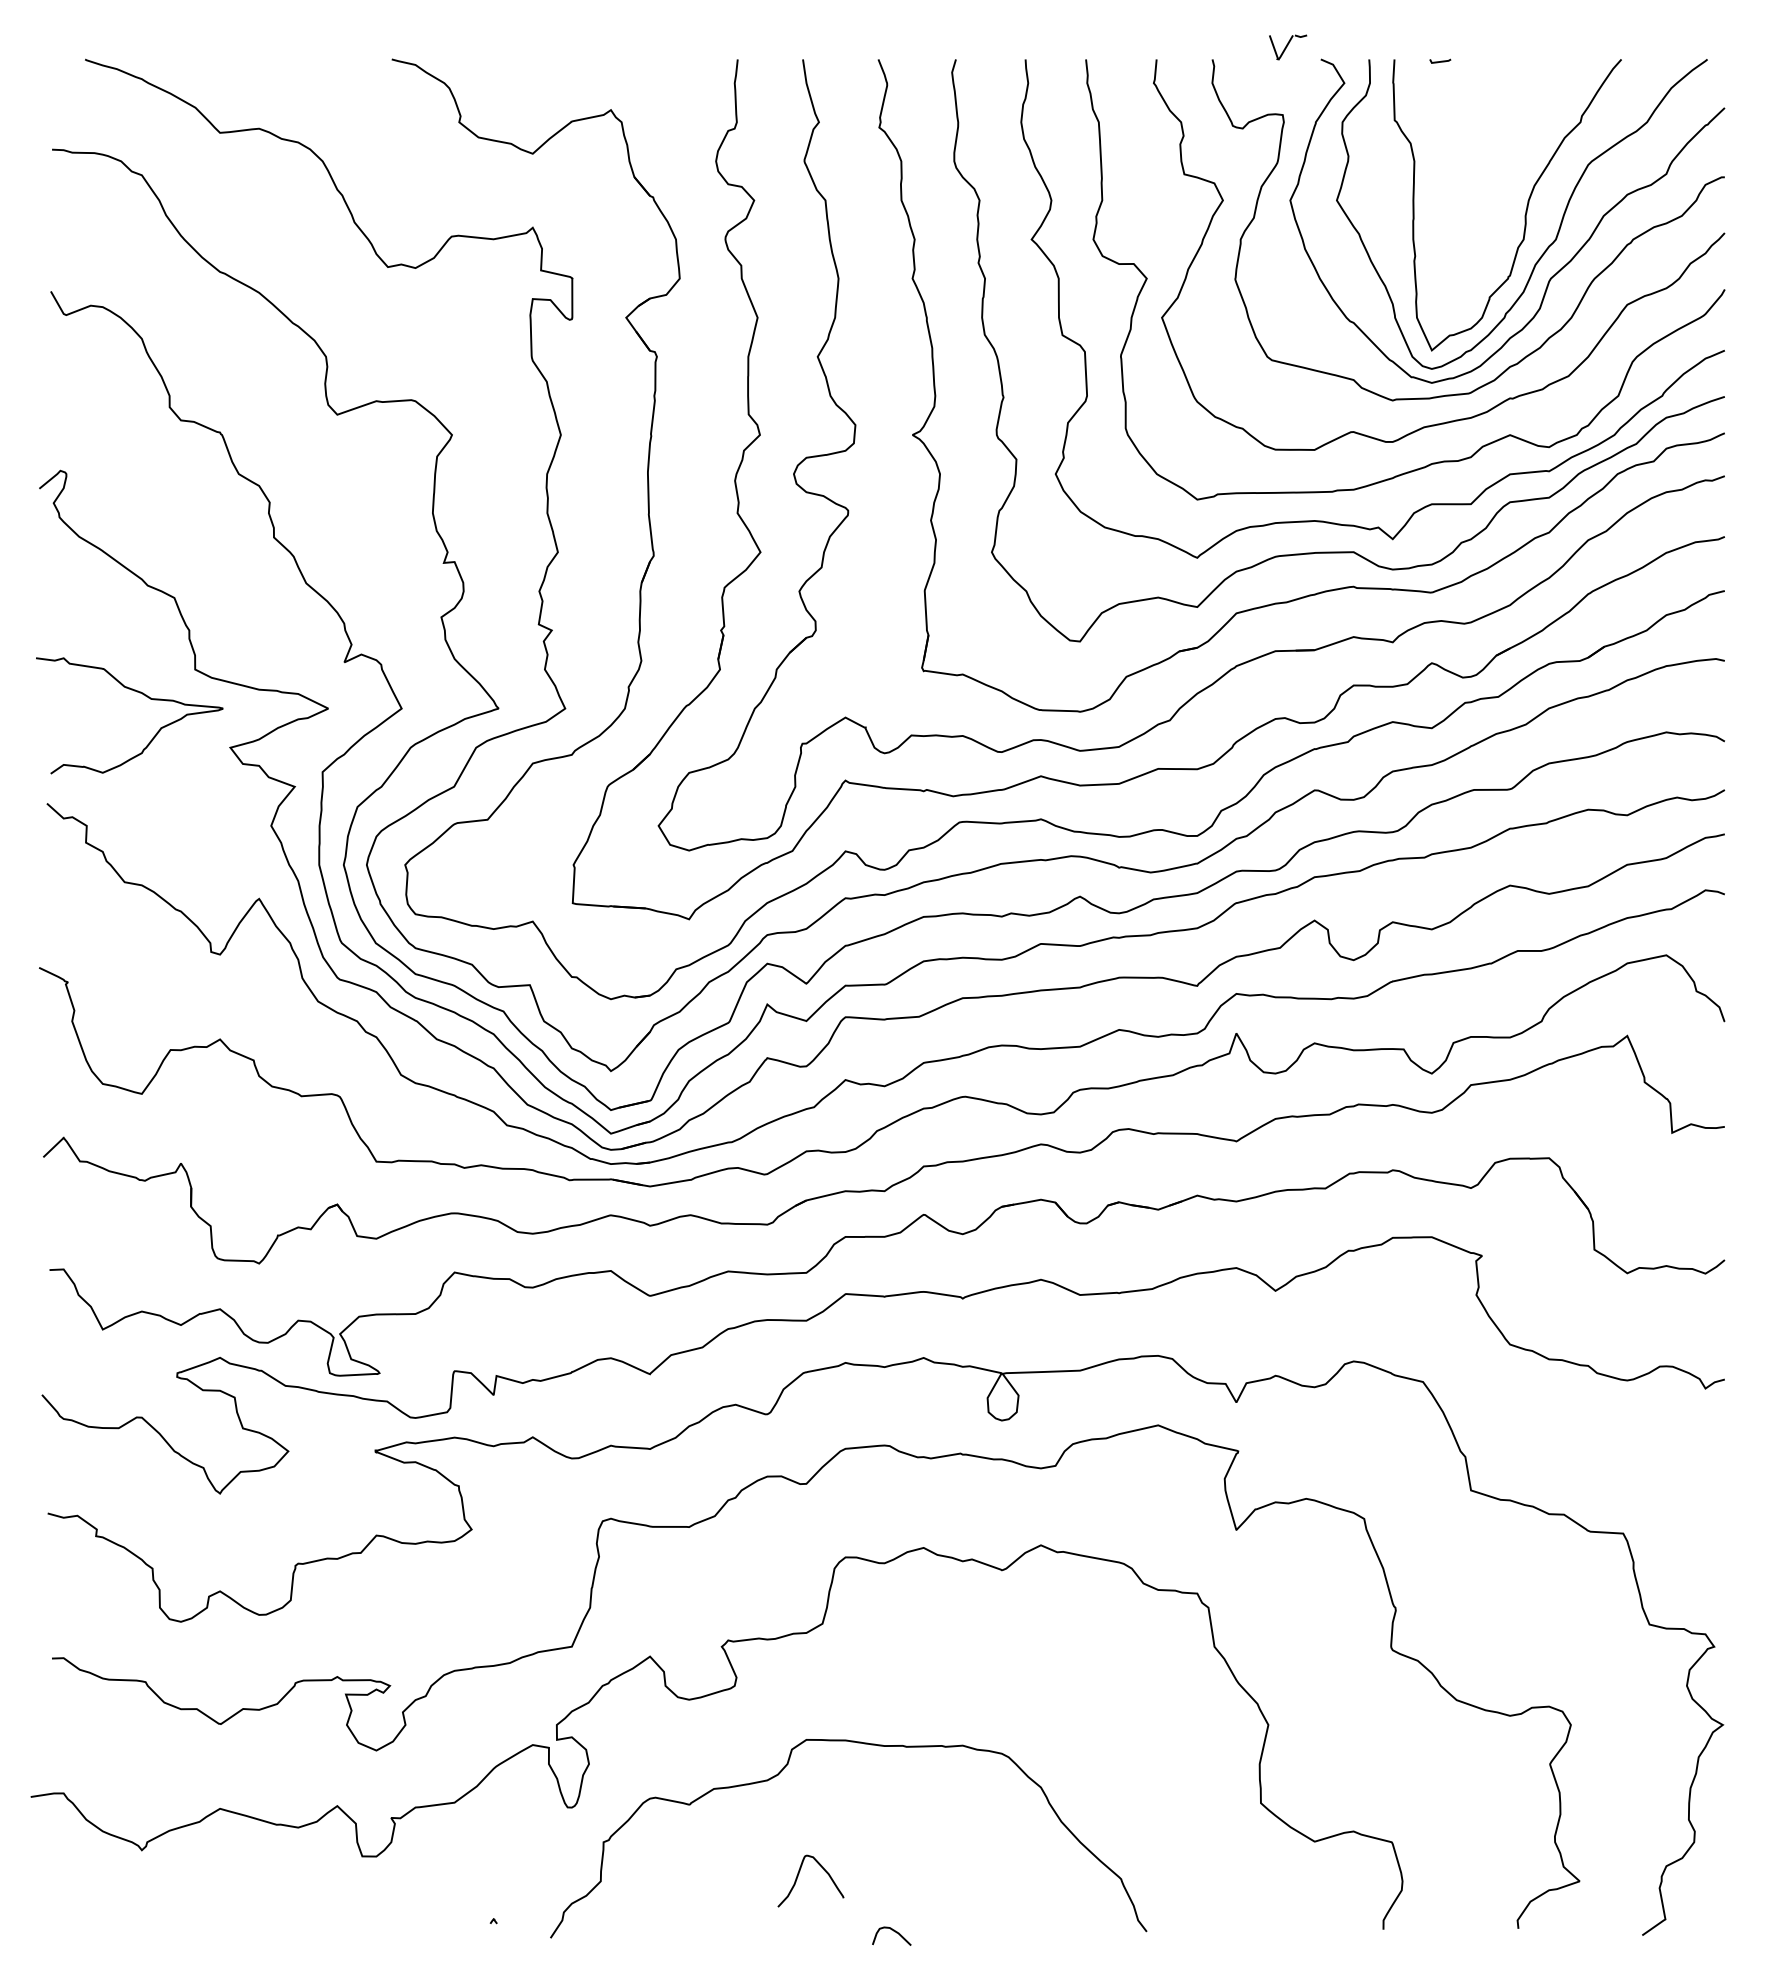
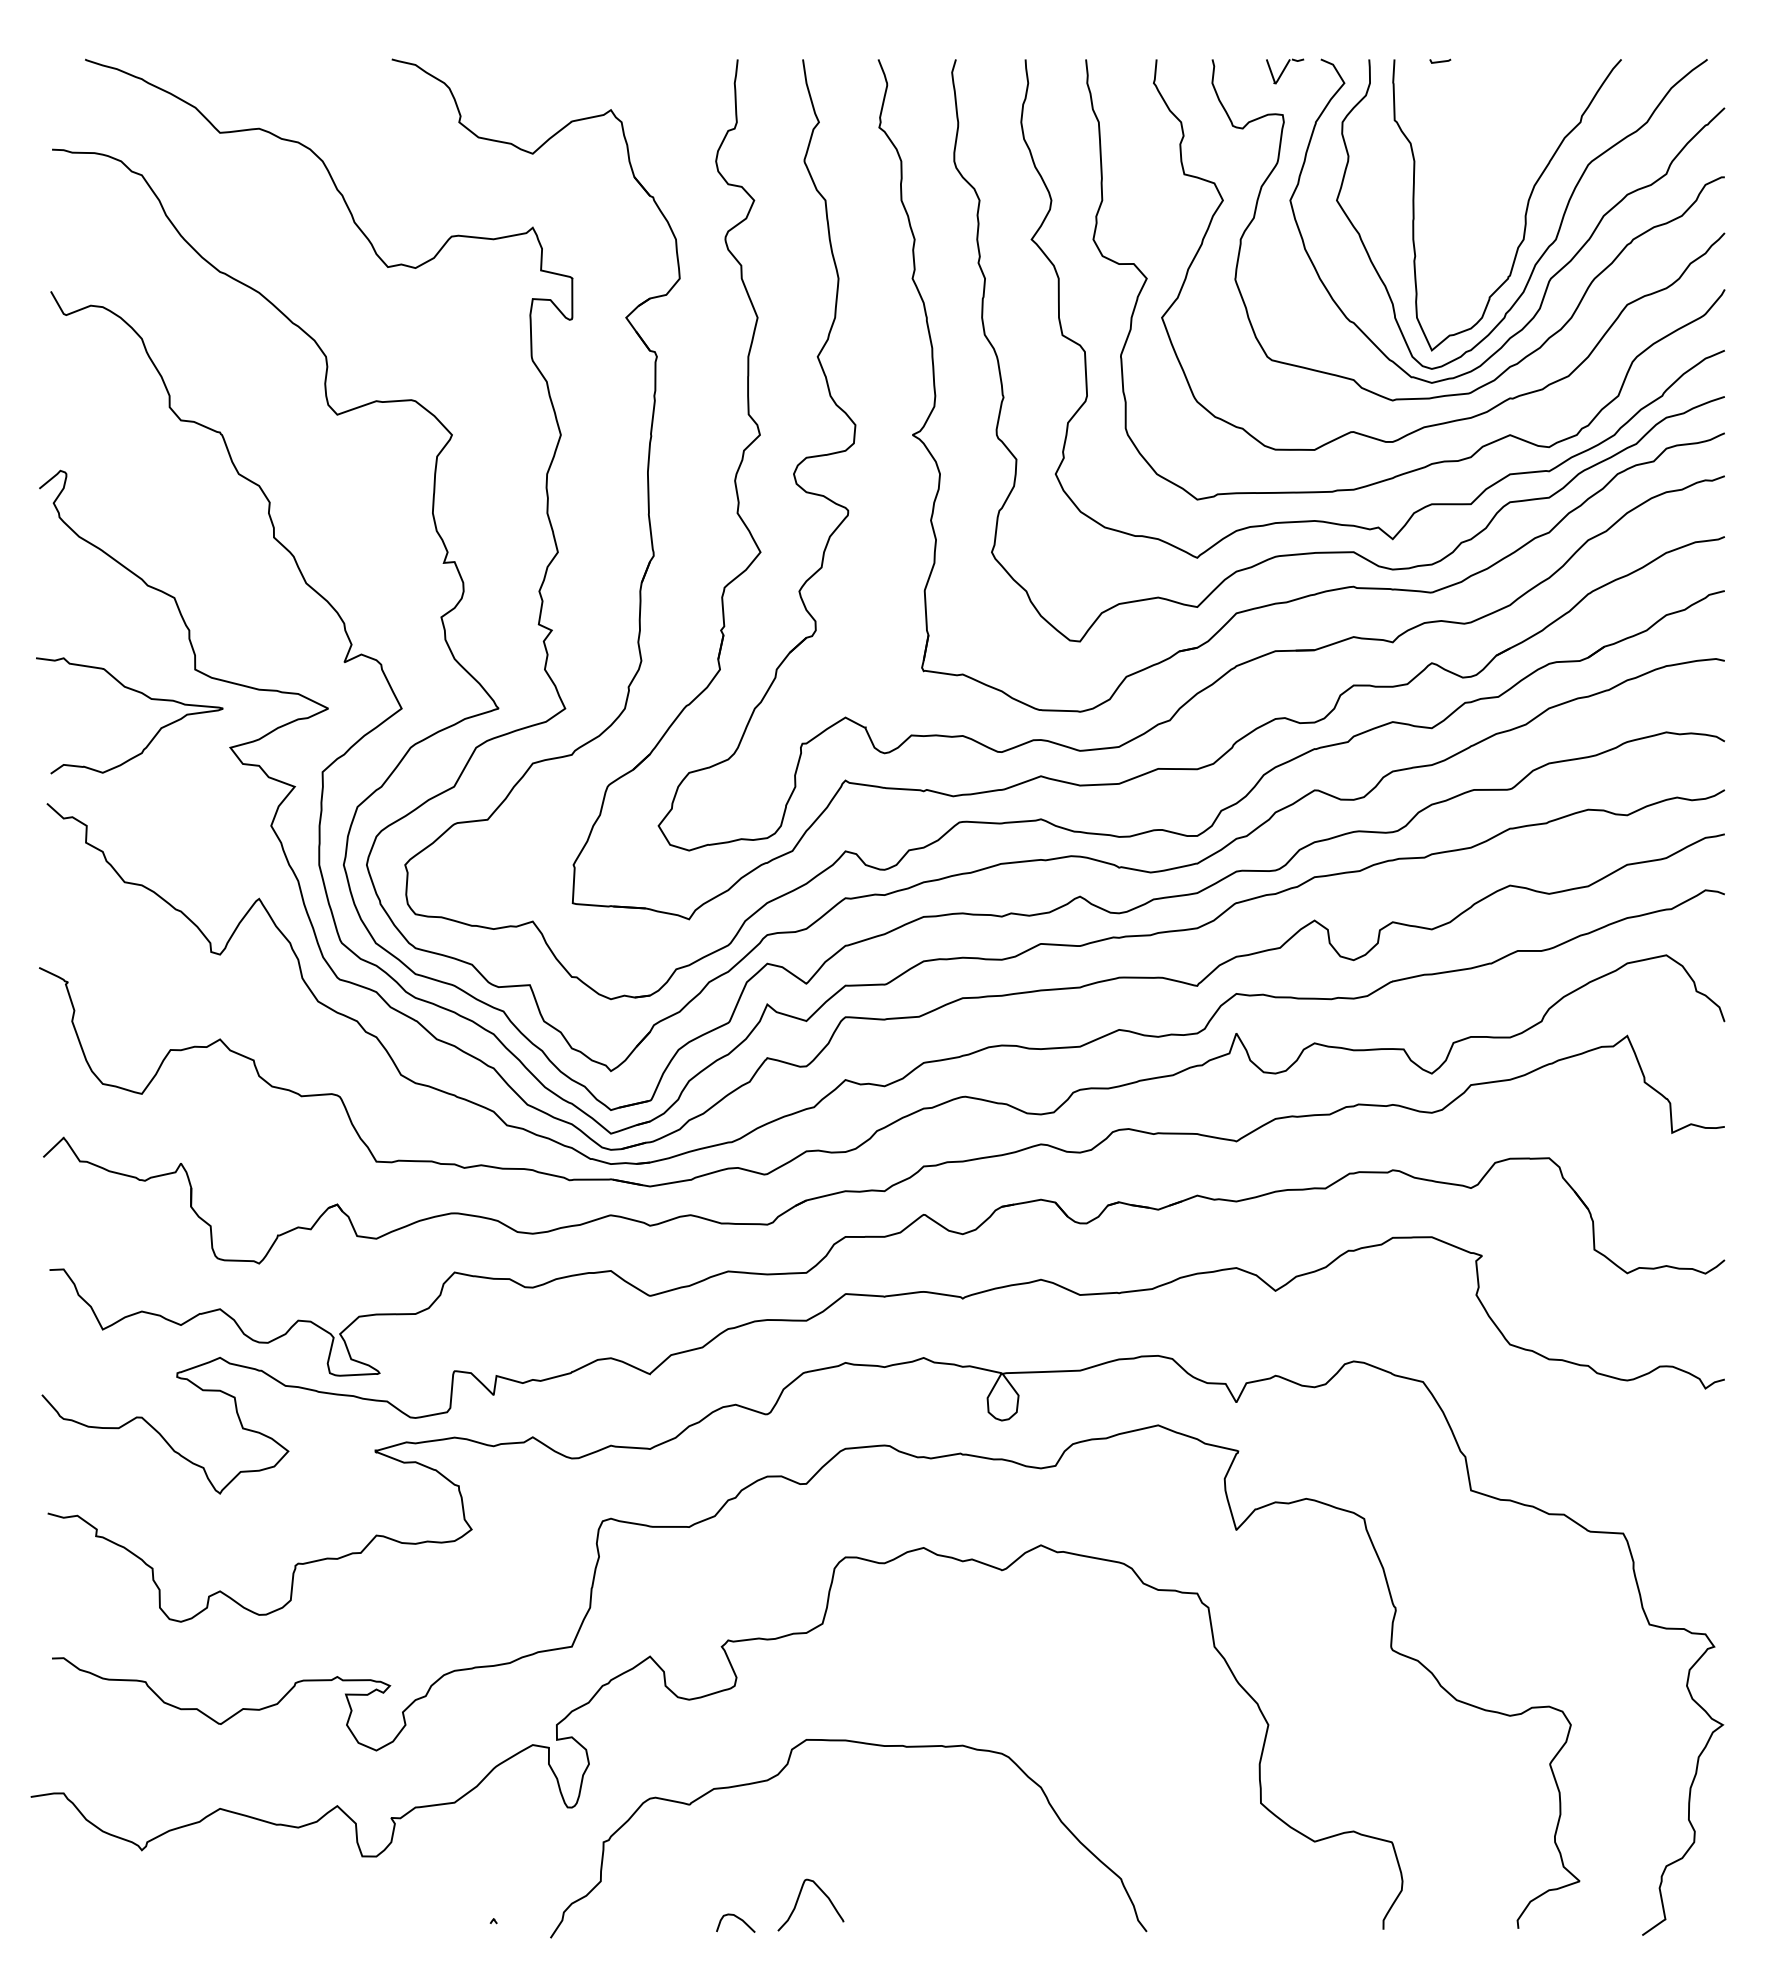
part at (1288, 47) position: (1288, 47) -> (1285, 71)
curve at (799, 1874) position: (799, 1874) -> (799, 1898)
curve at (893, 1931) position: (893, 1931) -> (737, 1918)
